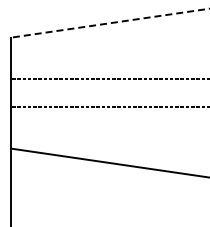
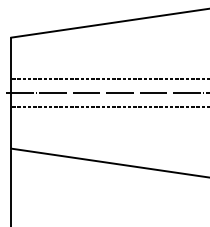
line at (110, 23): dashed -> solid
line at (105, 93): none -> present
